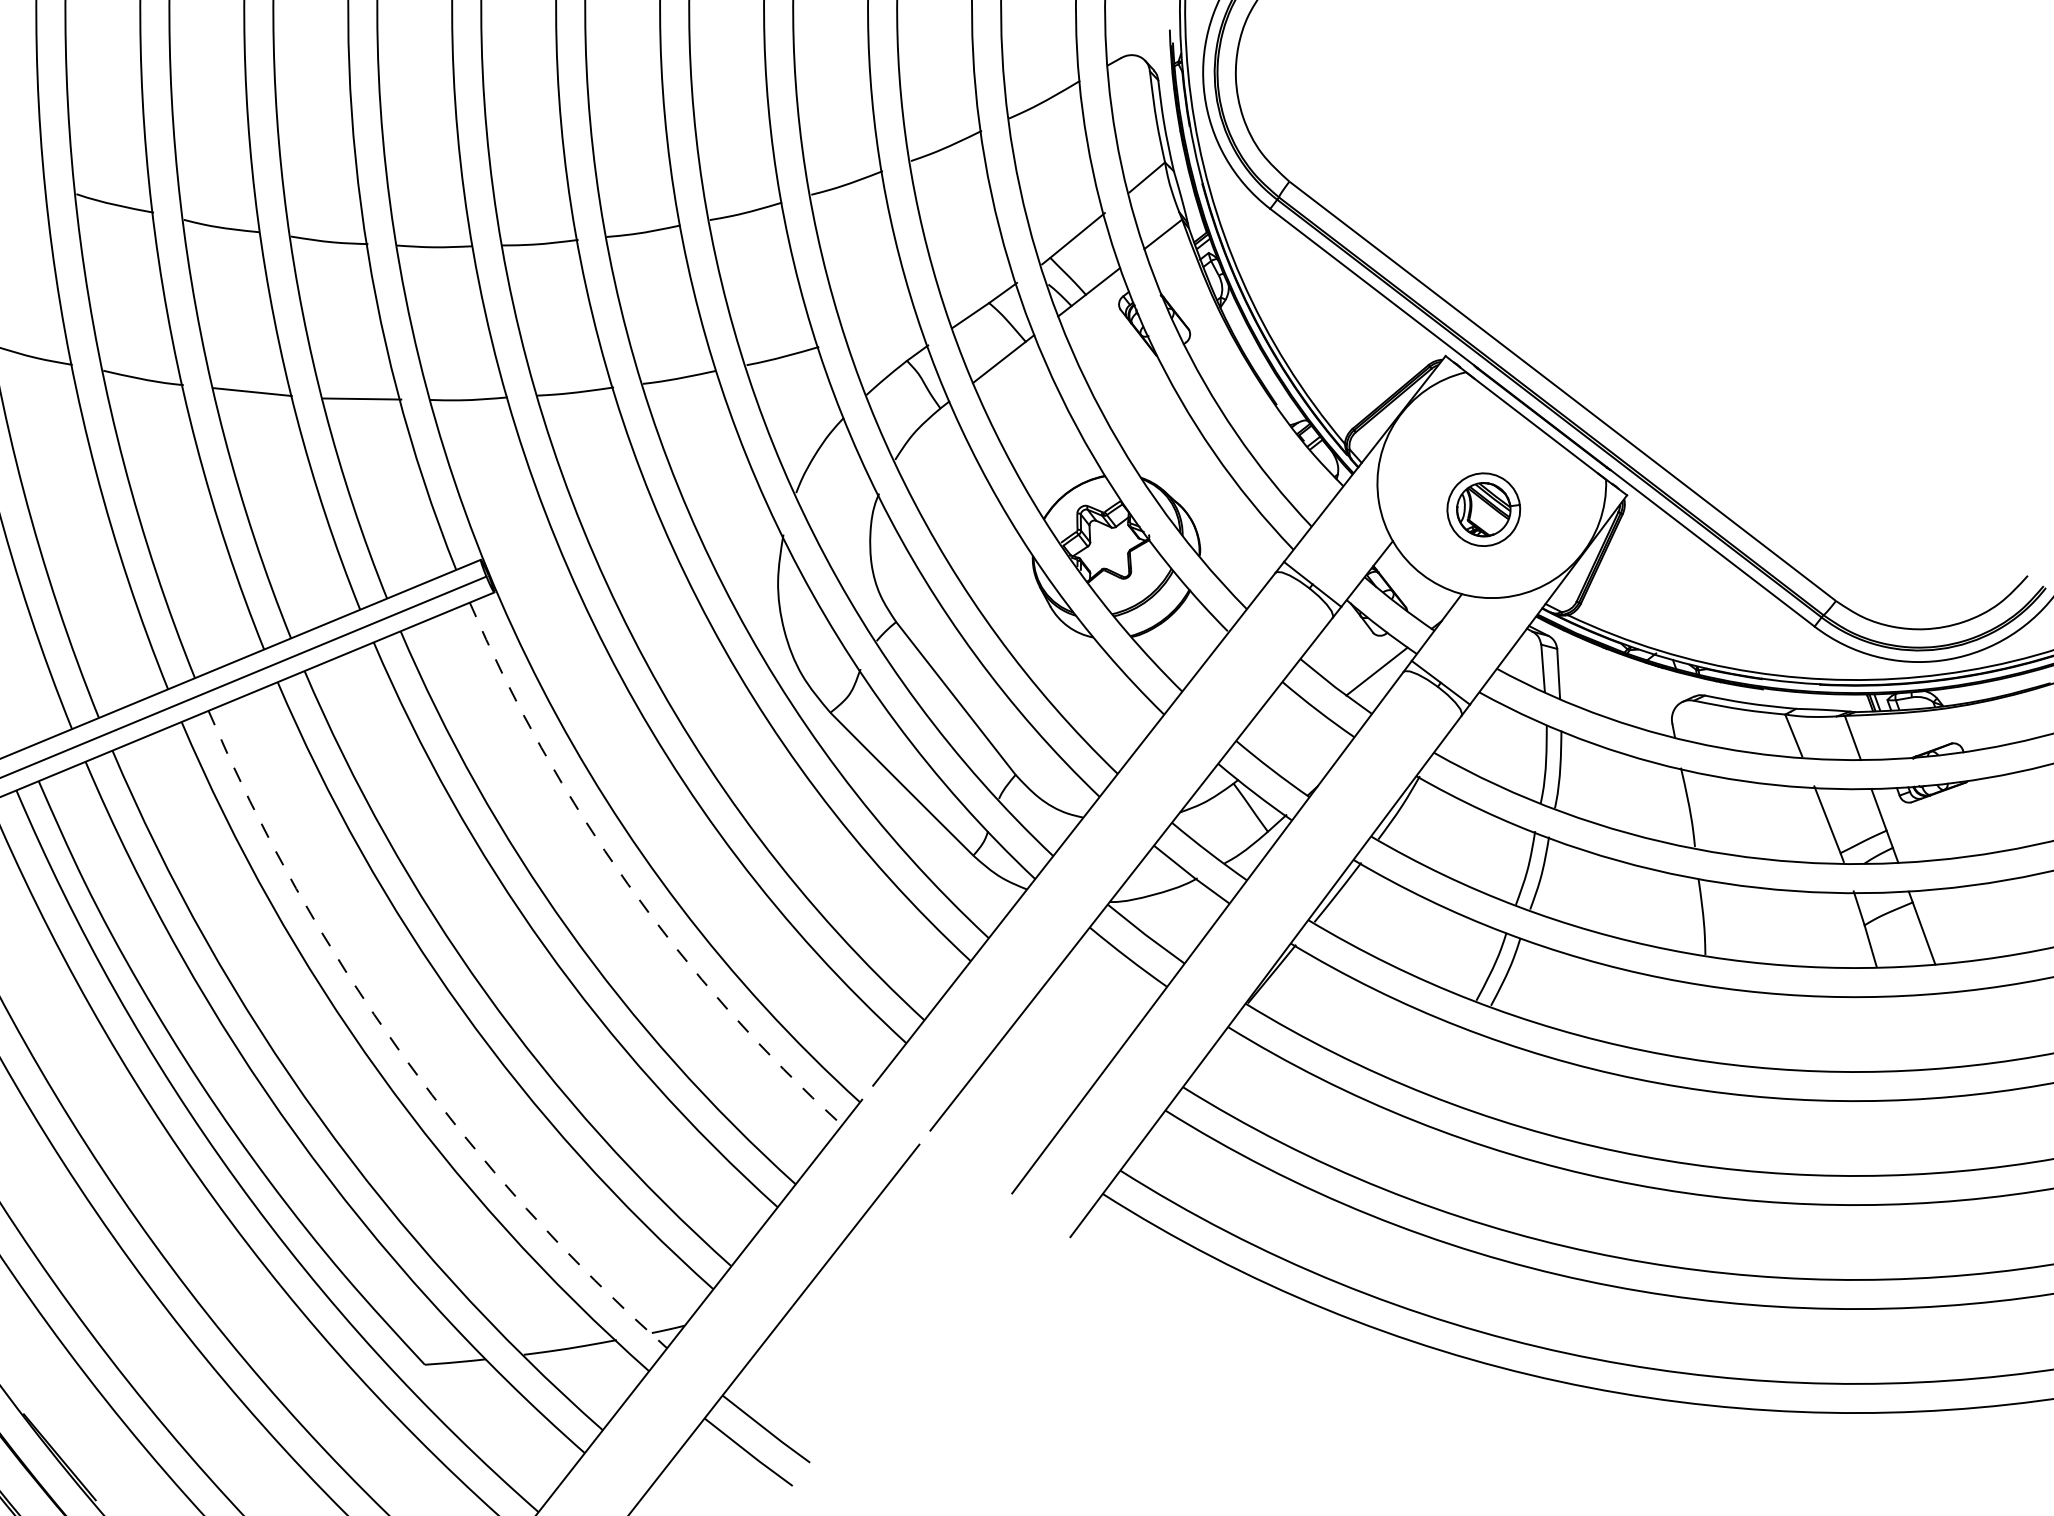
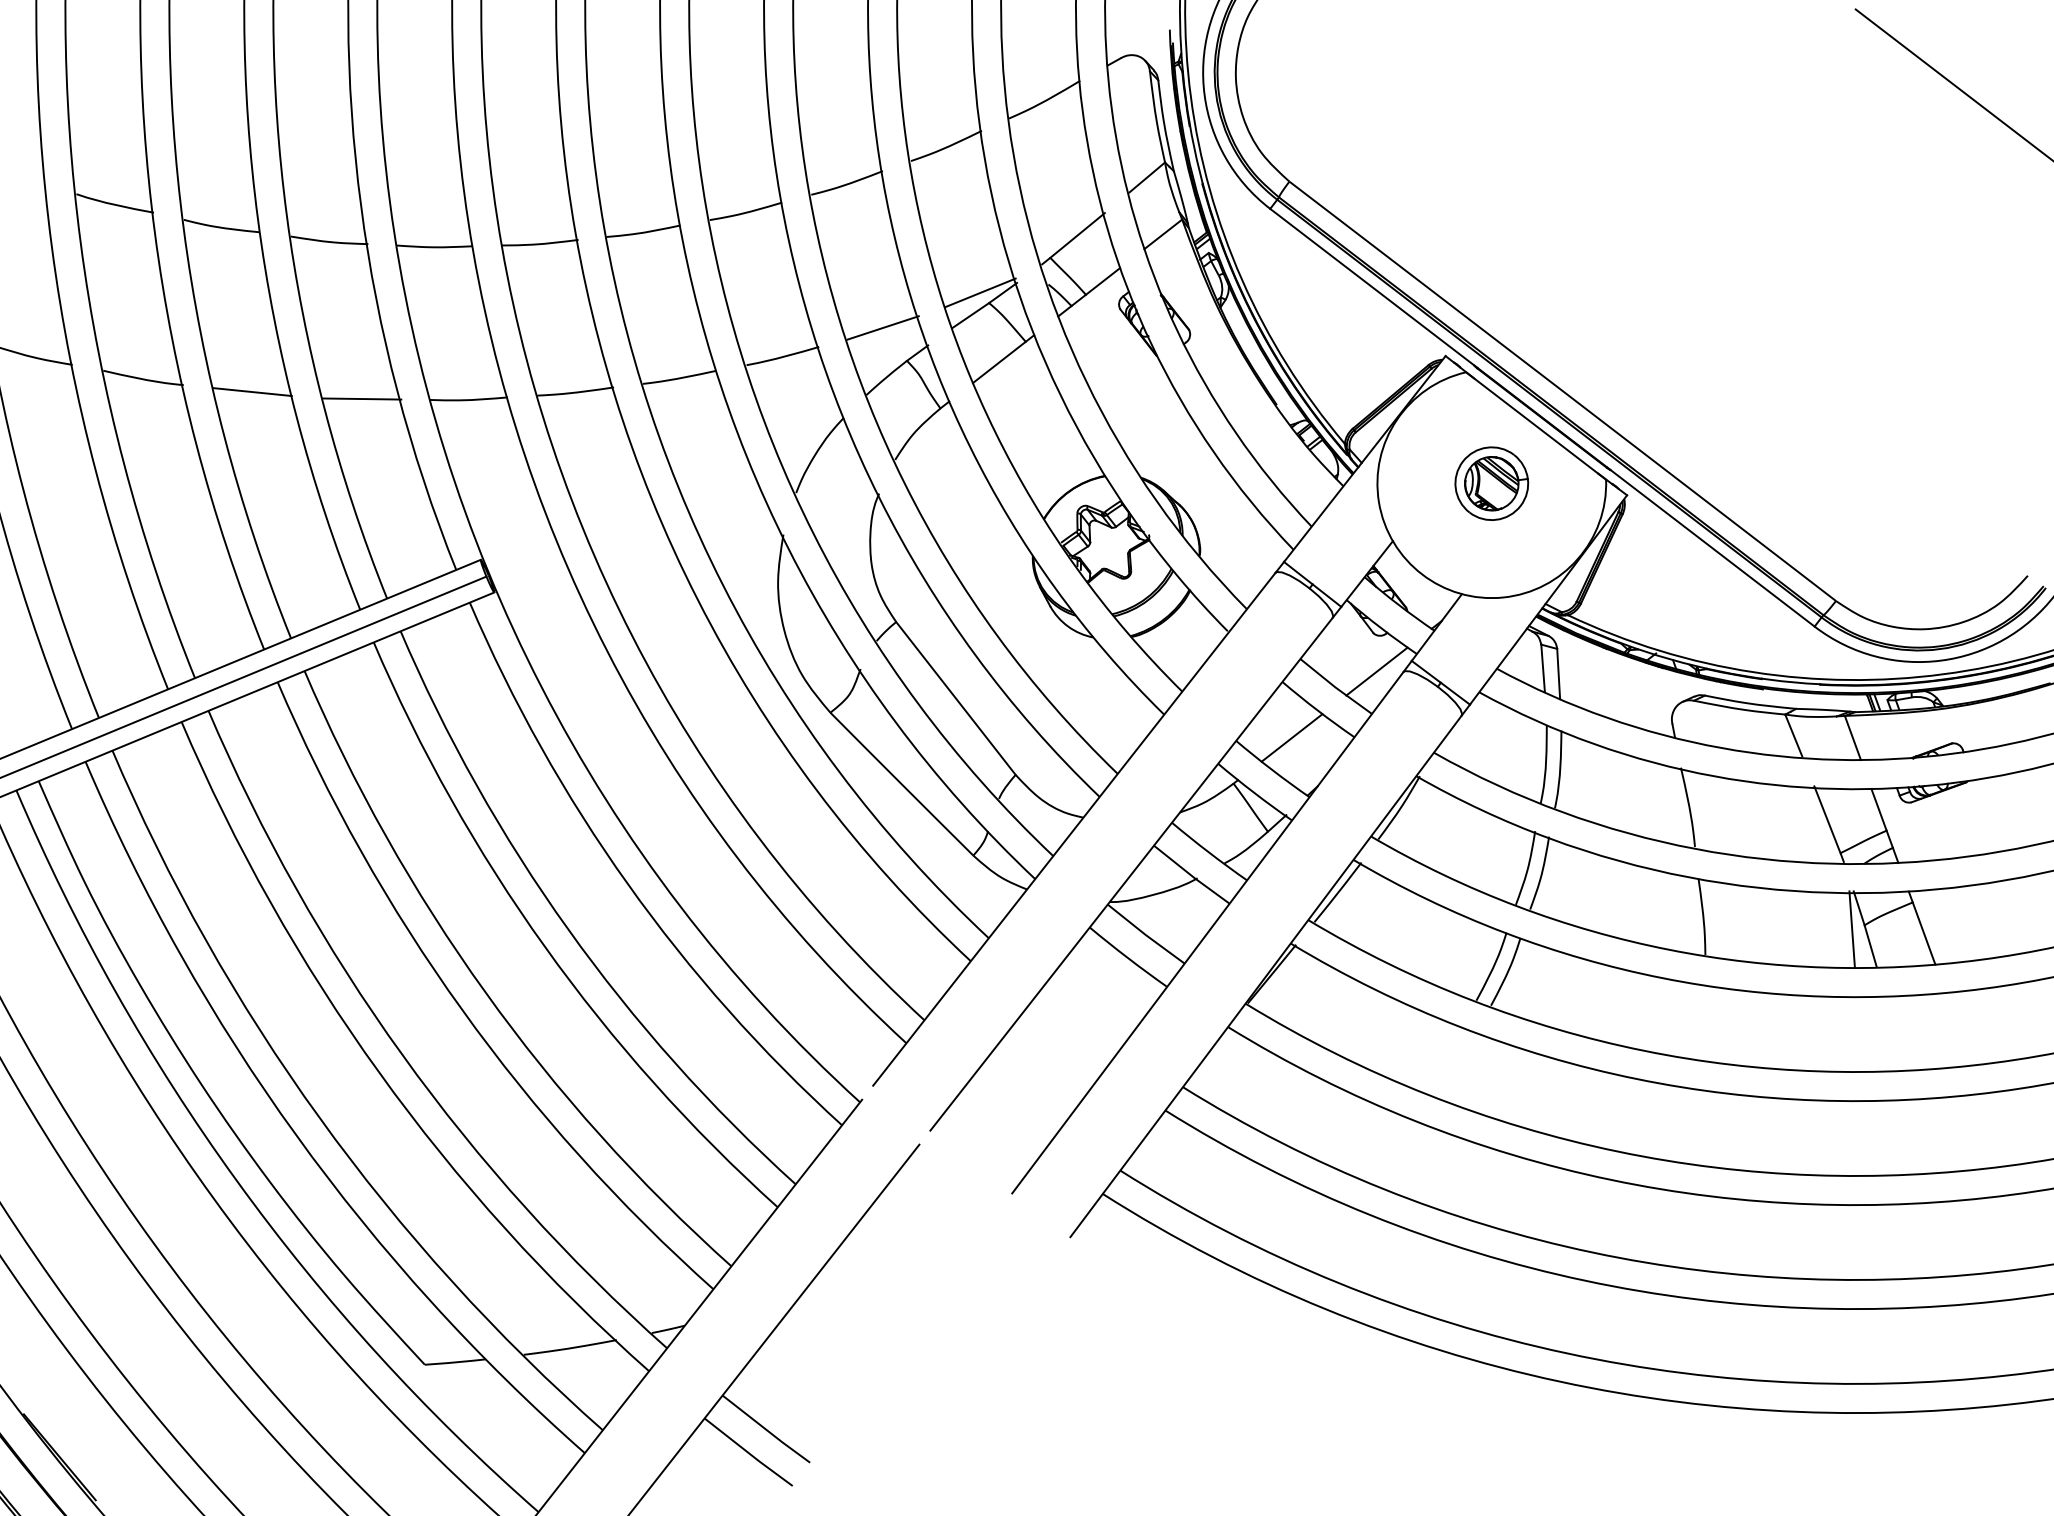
line at (1952, 83): none -> present
line at (980, 292): none -> present
line at (882, 327): none -> present
part at (1483, 509) position: (1483, 509) -> (1491, 483)
line at (1291, 737): none -> present
arc at (627, 884): dashed -> solid
line at (1851, 929): none -> present
arc at (402, 1055): dashed -> solid
